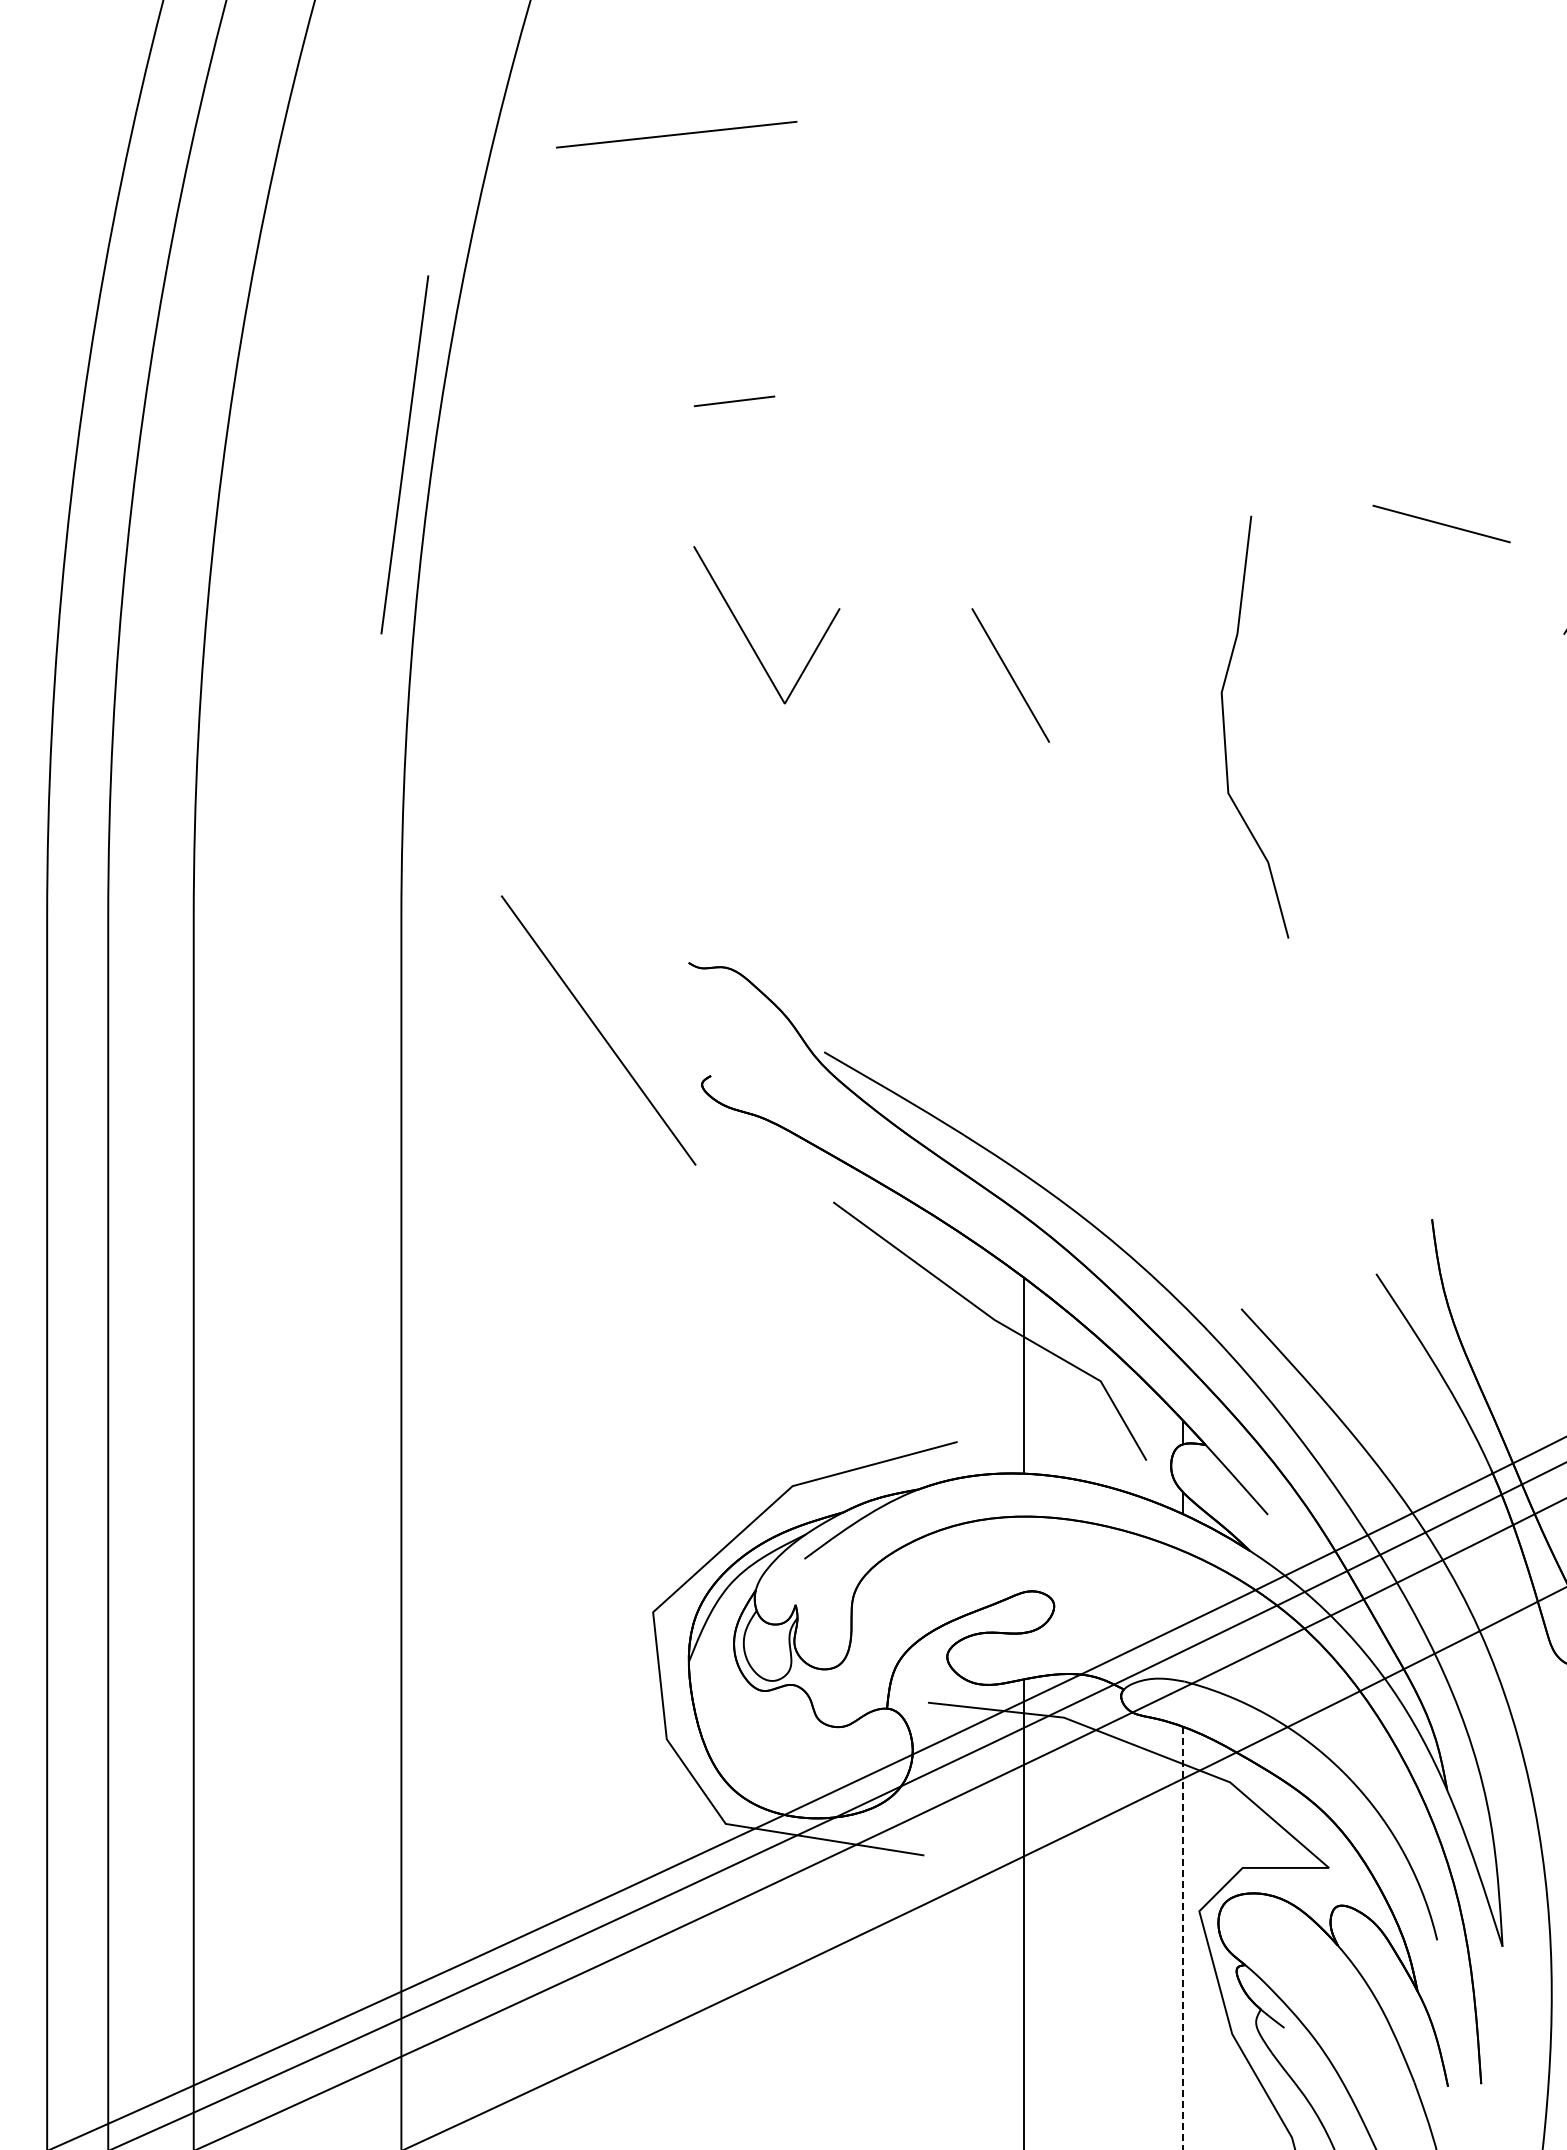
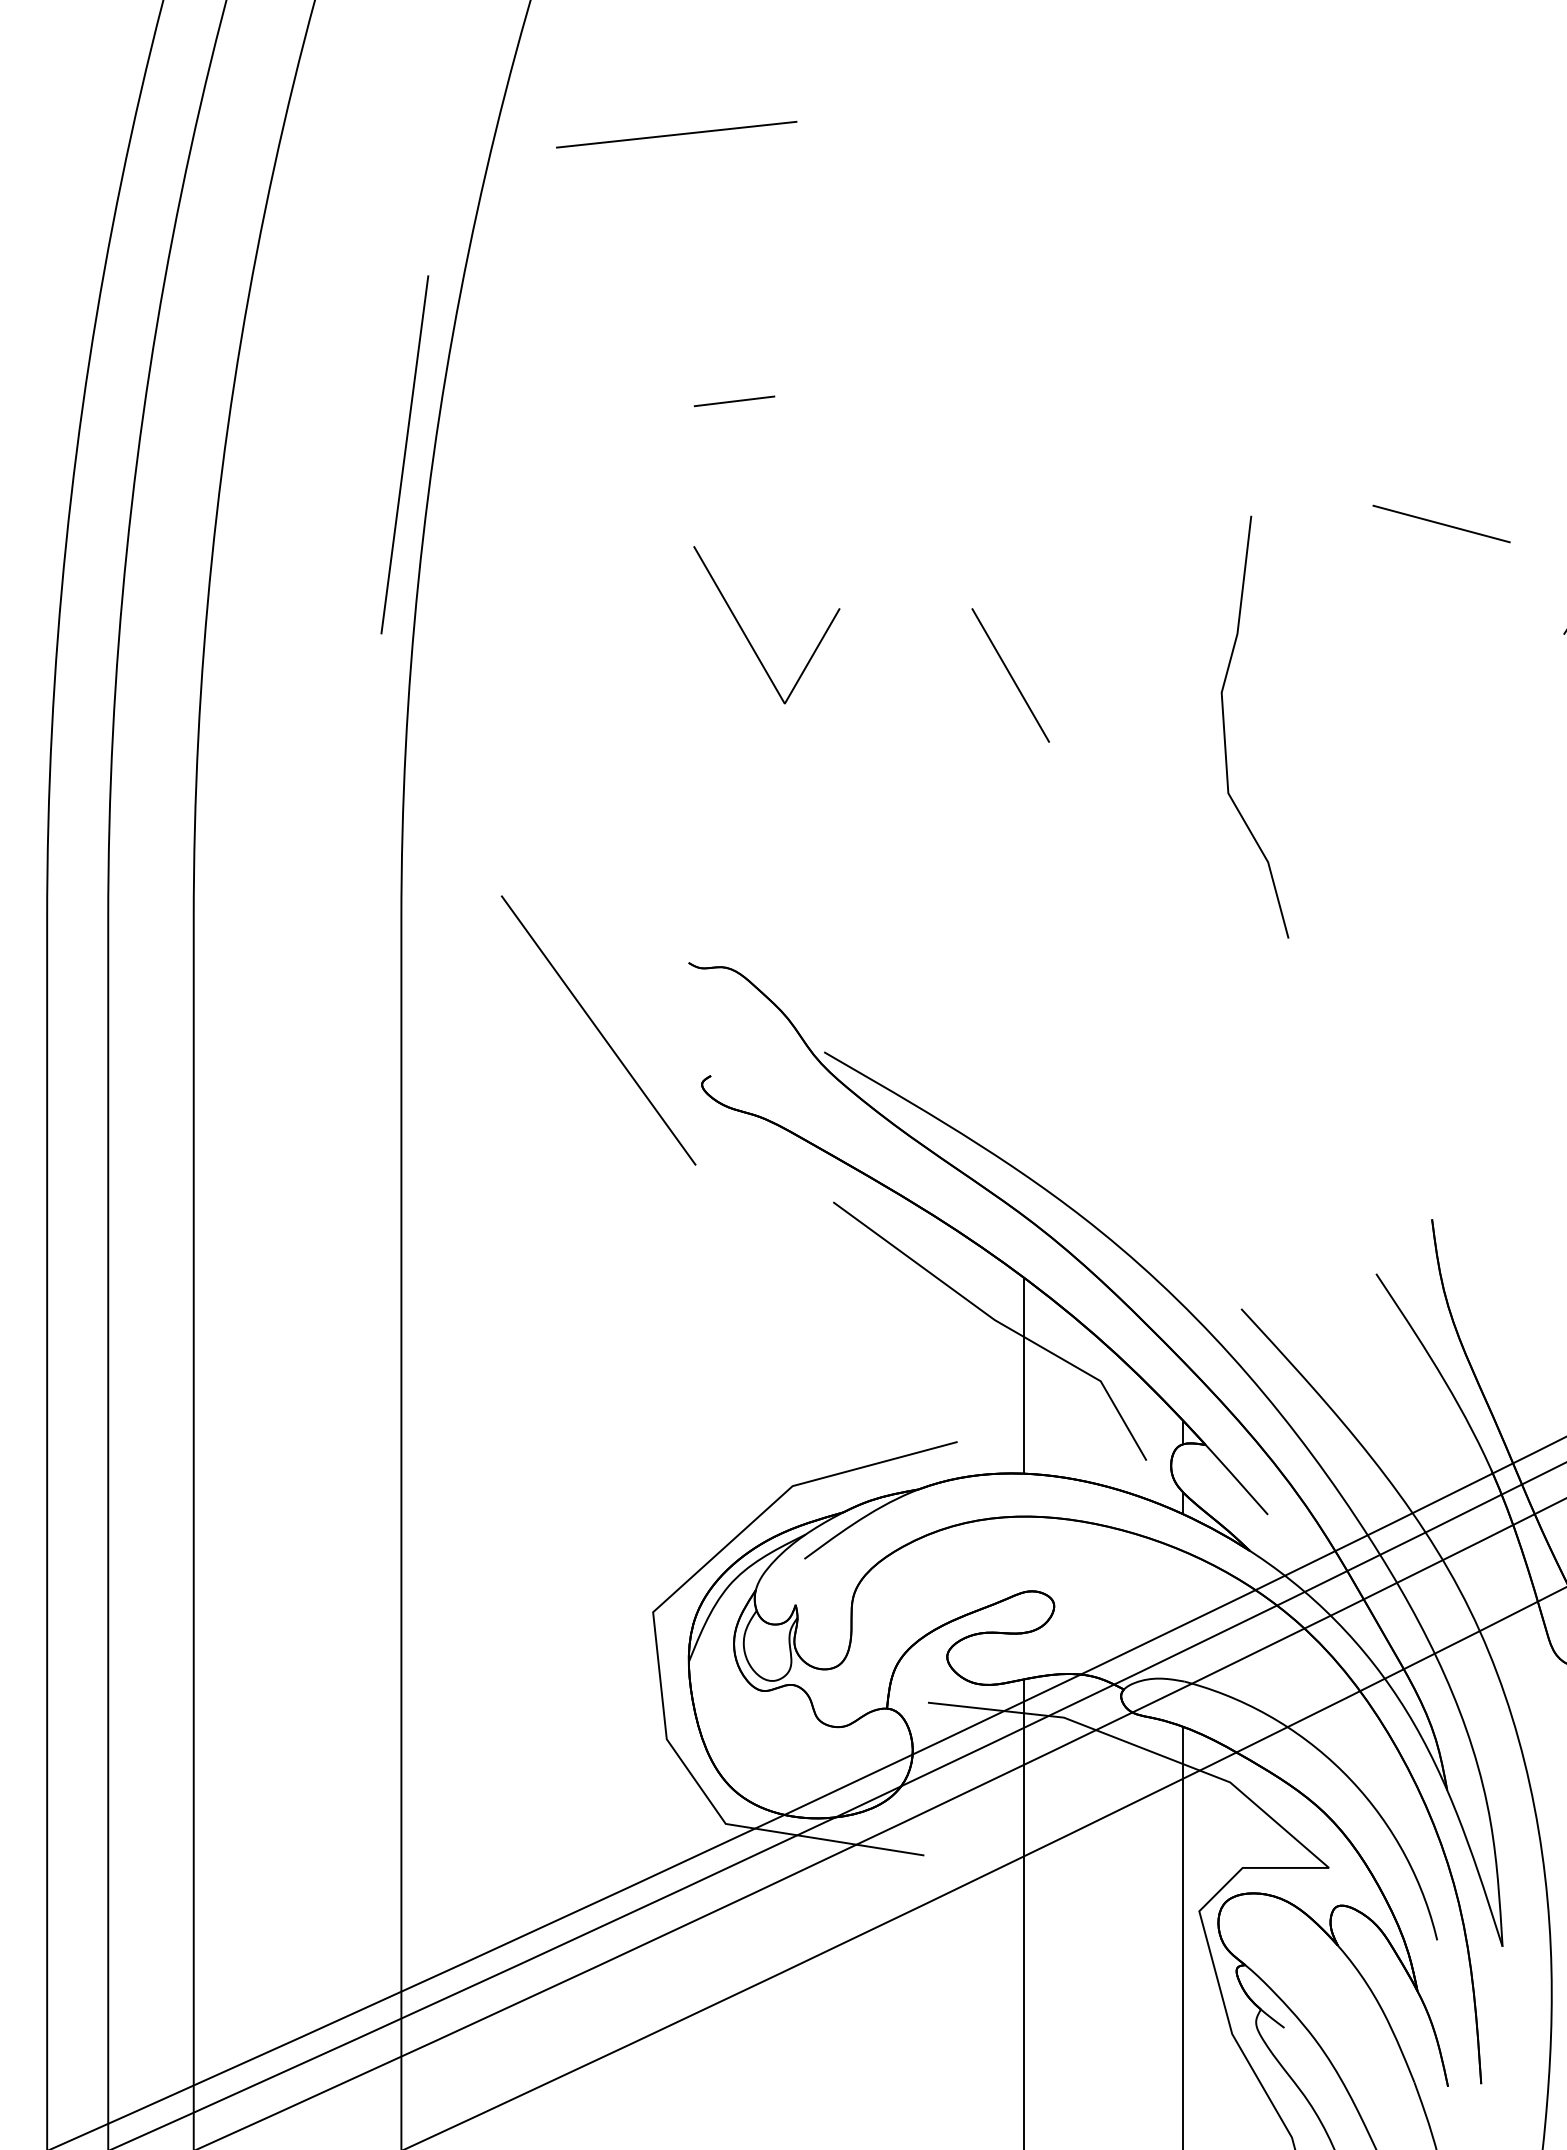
line at (1183, 1938): dashed -> solid
